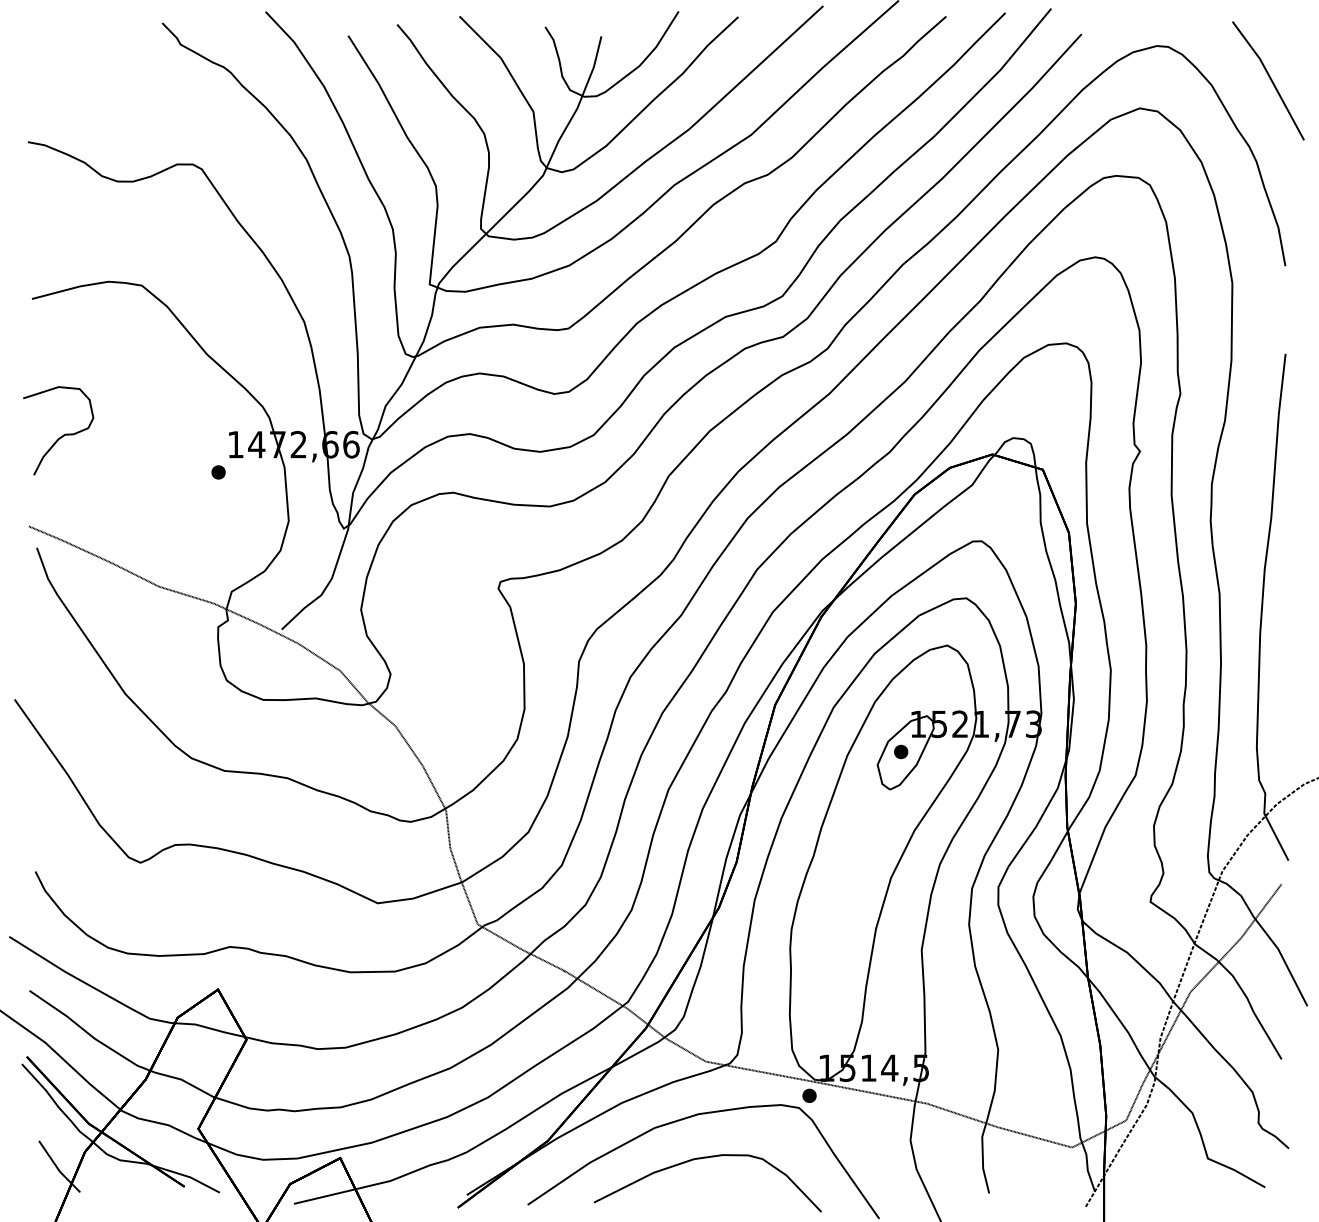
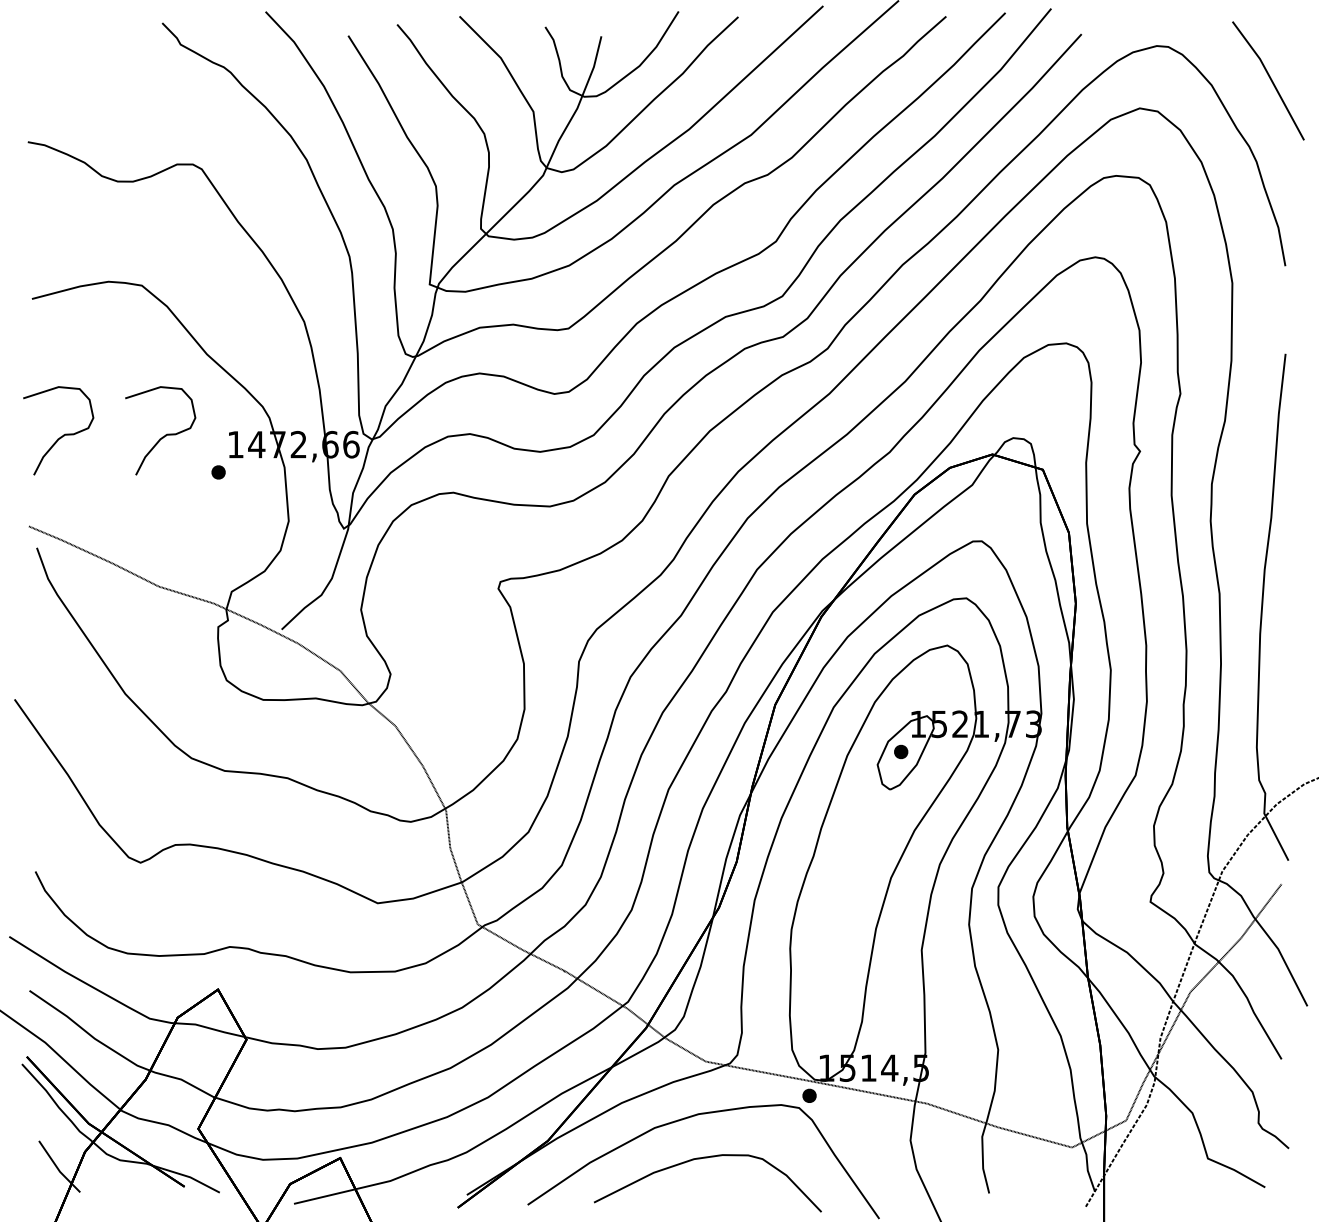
curve at (162, 436): none -> present
